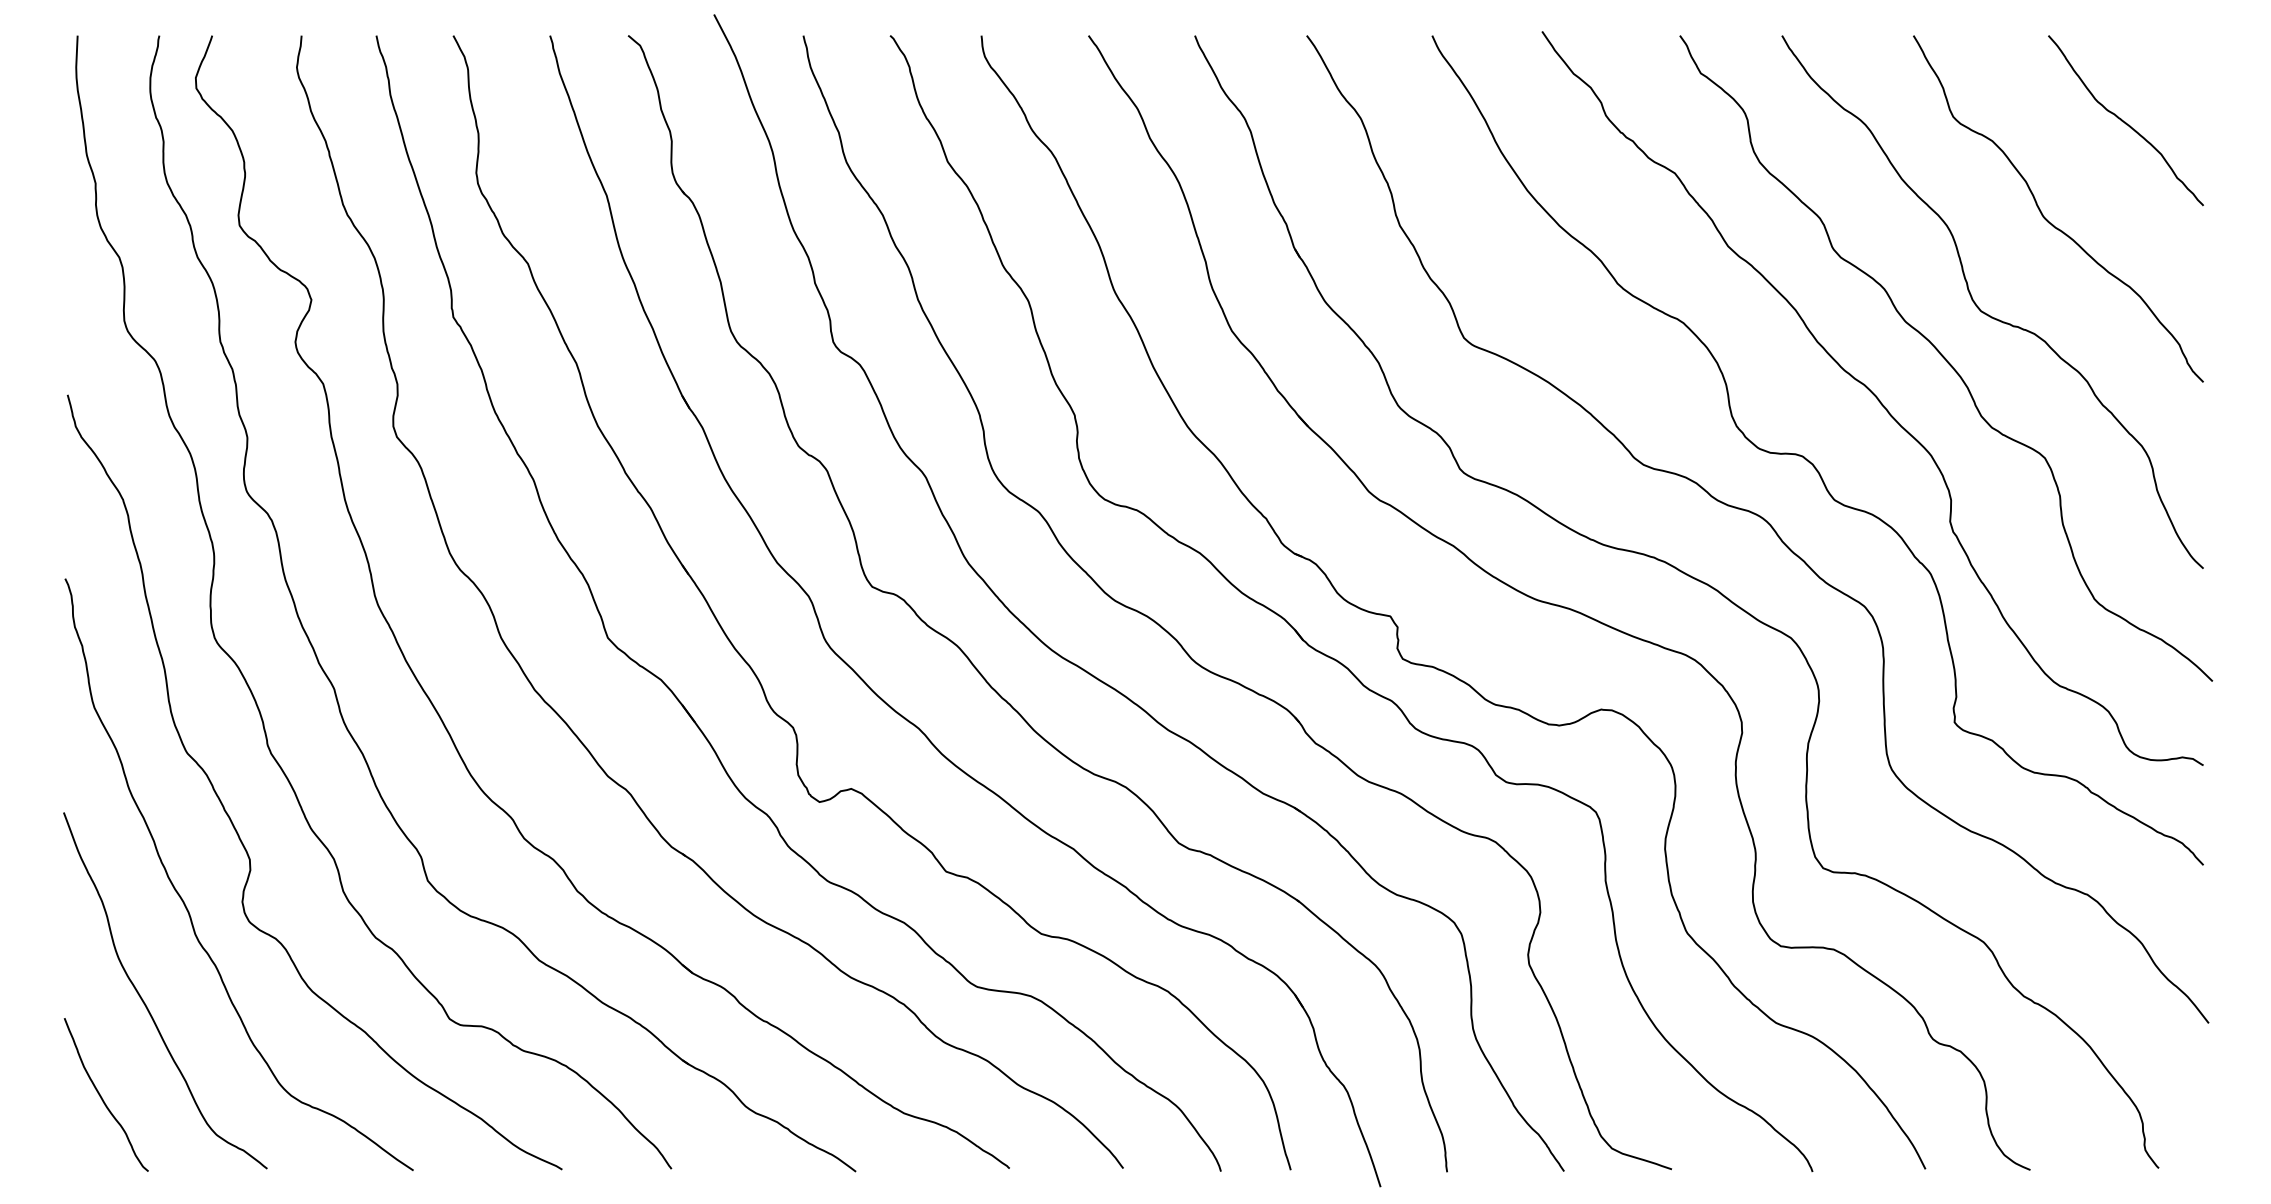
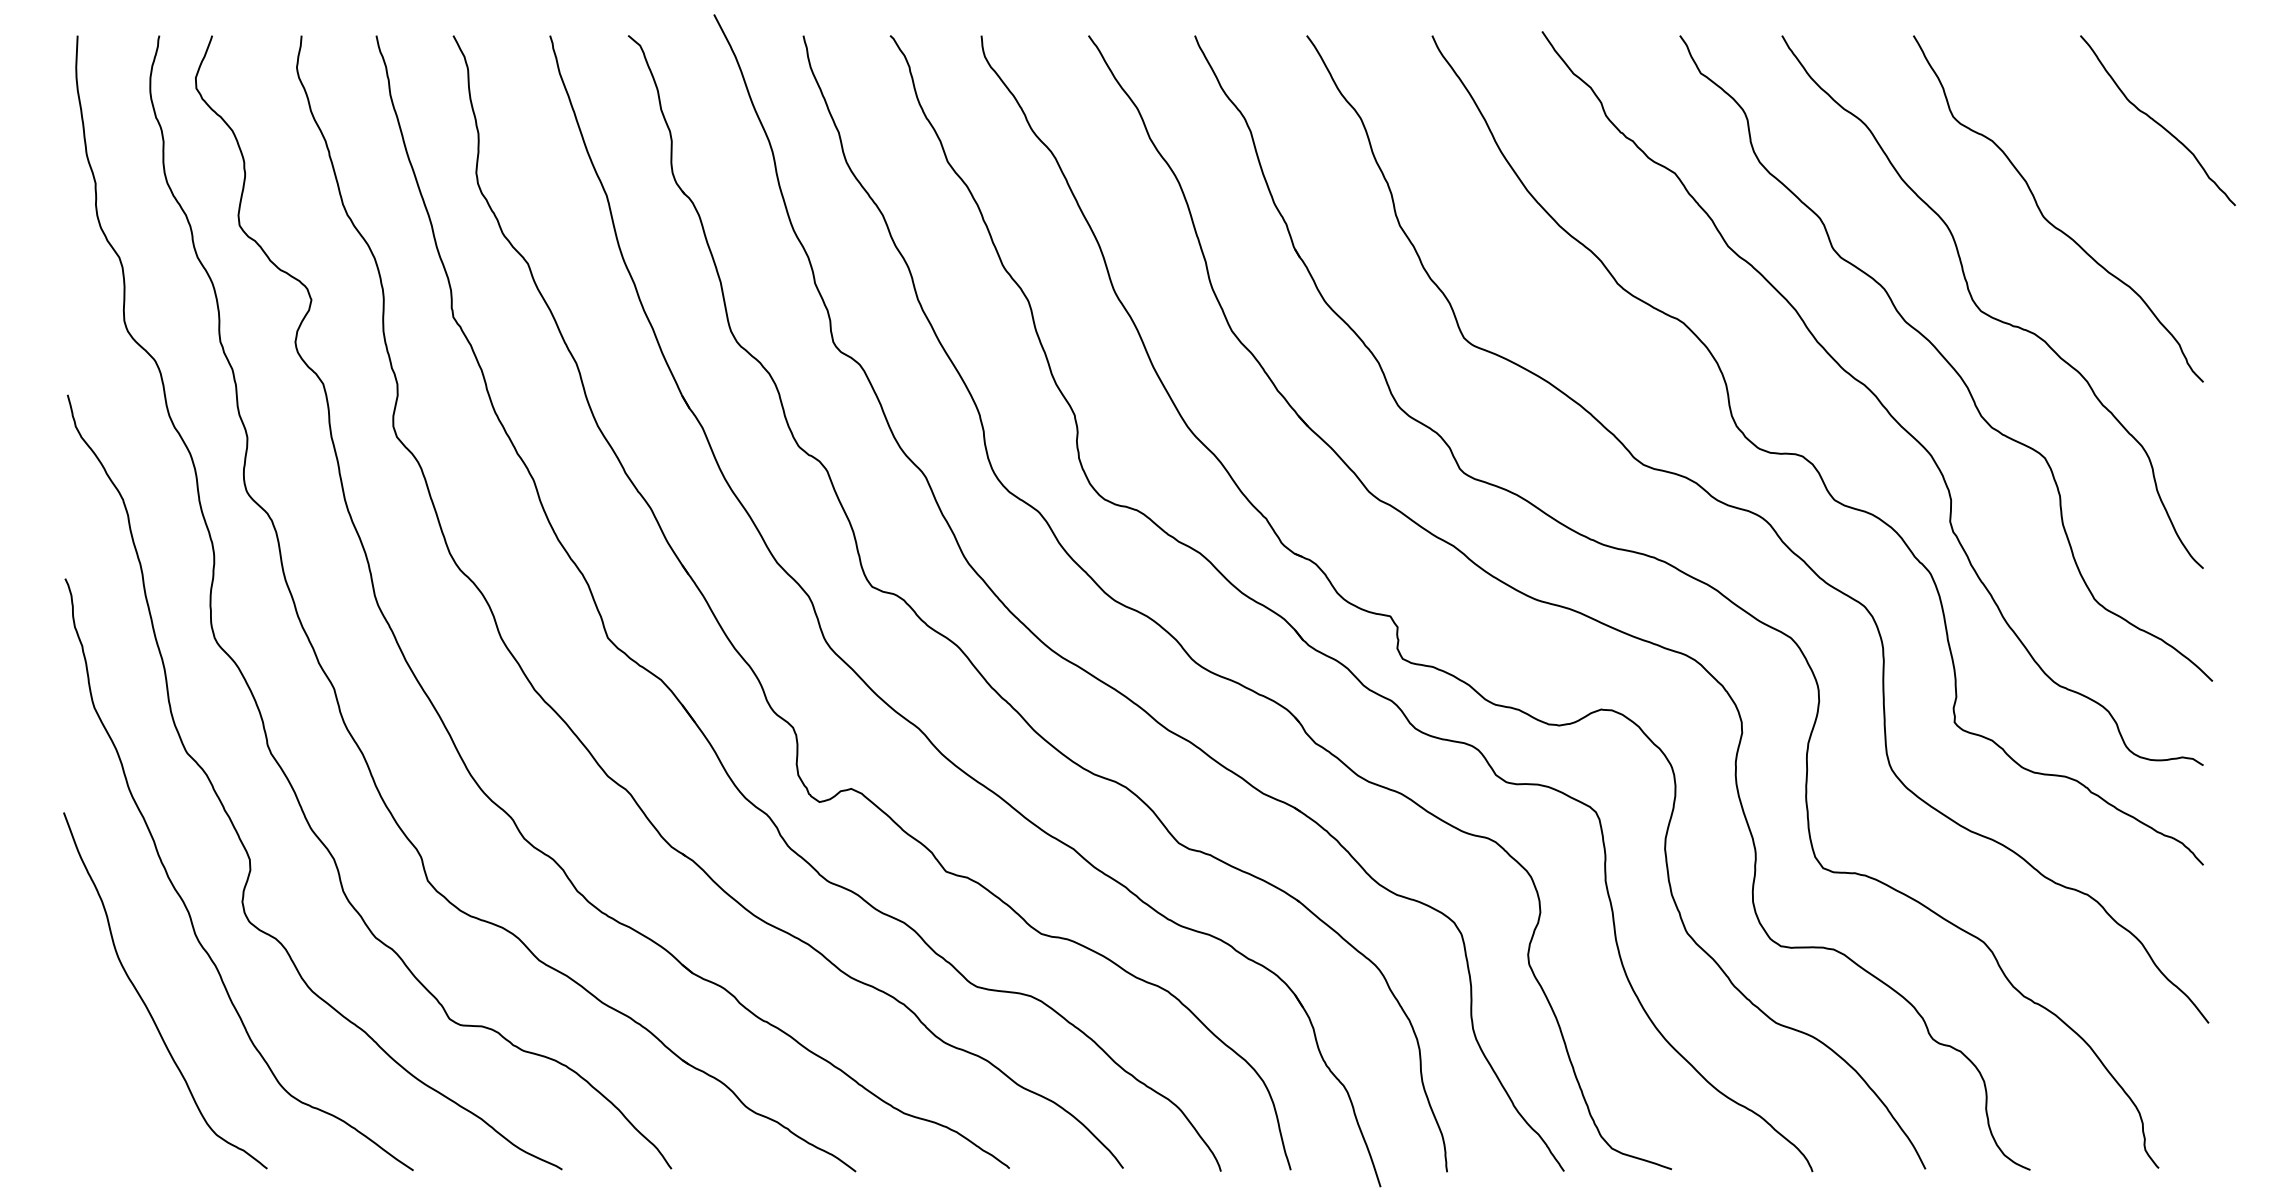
curve at (2125, 121) position: (2125, 121) -> (2157, 121)
curve at (101, 1095): present -> none
